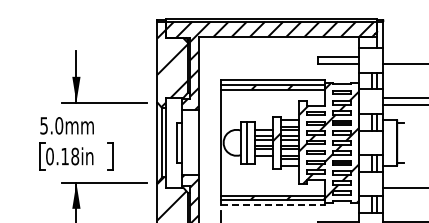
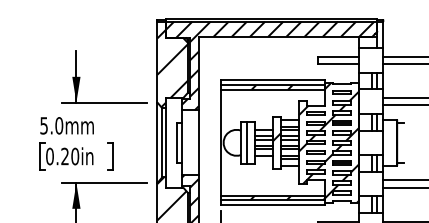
line at (404, 56): none -> present
text at (70, 156): 0.18in -> 0.20in
line at (404, 180): none -> present
line at (273, 205): dashed -> solid
